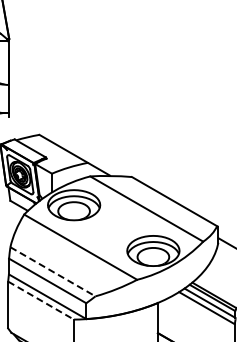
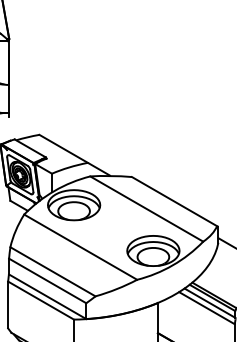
line at (53, 272): dashed -> solid
line at (41, 300): dashed -> solid
